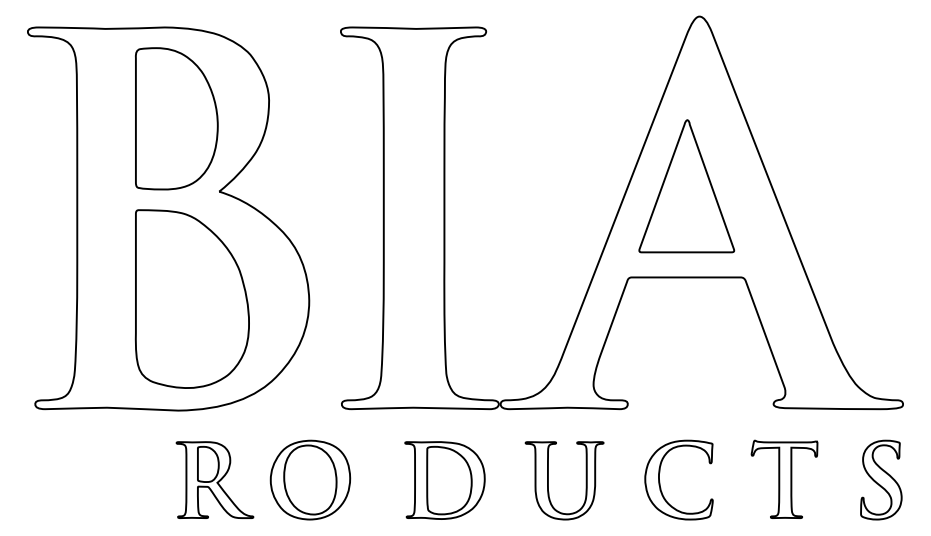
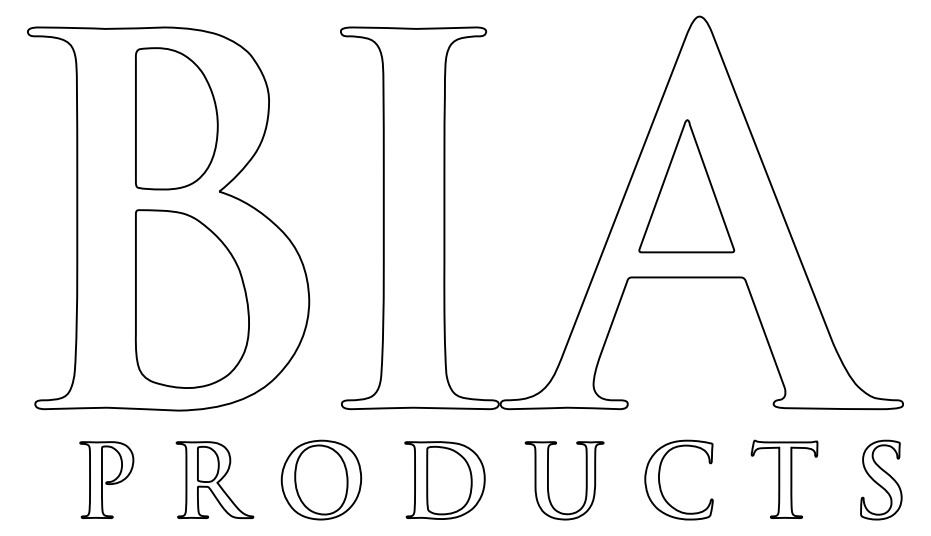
part at (106, 479): none -> present
part at (310, 479) position: (310, 479) -> (321, 479)
